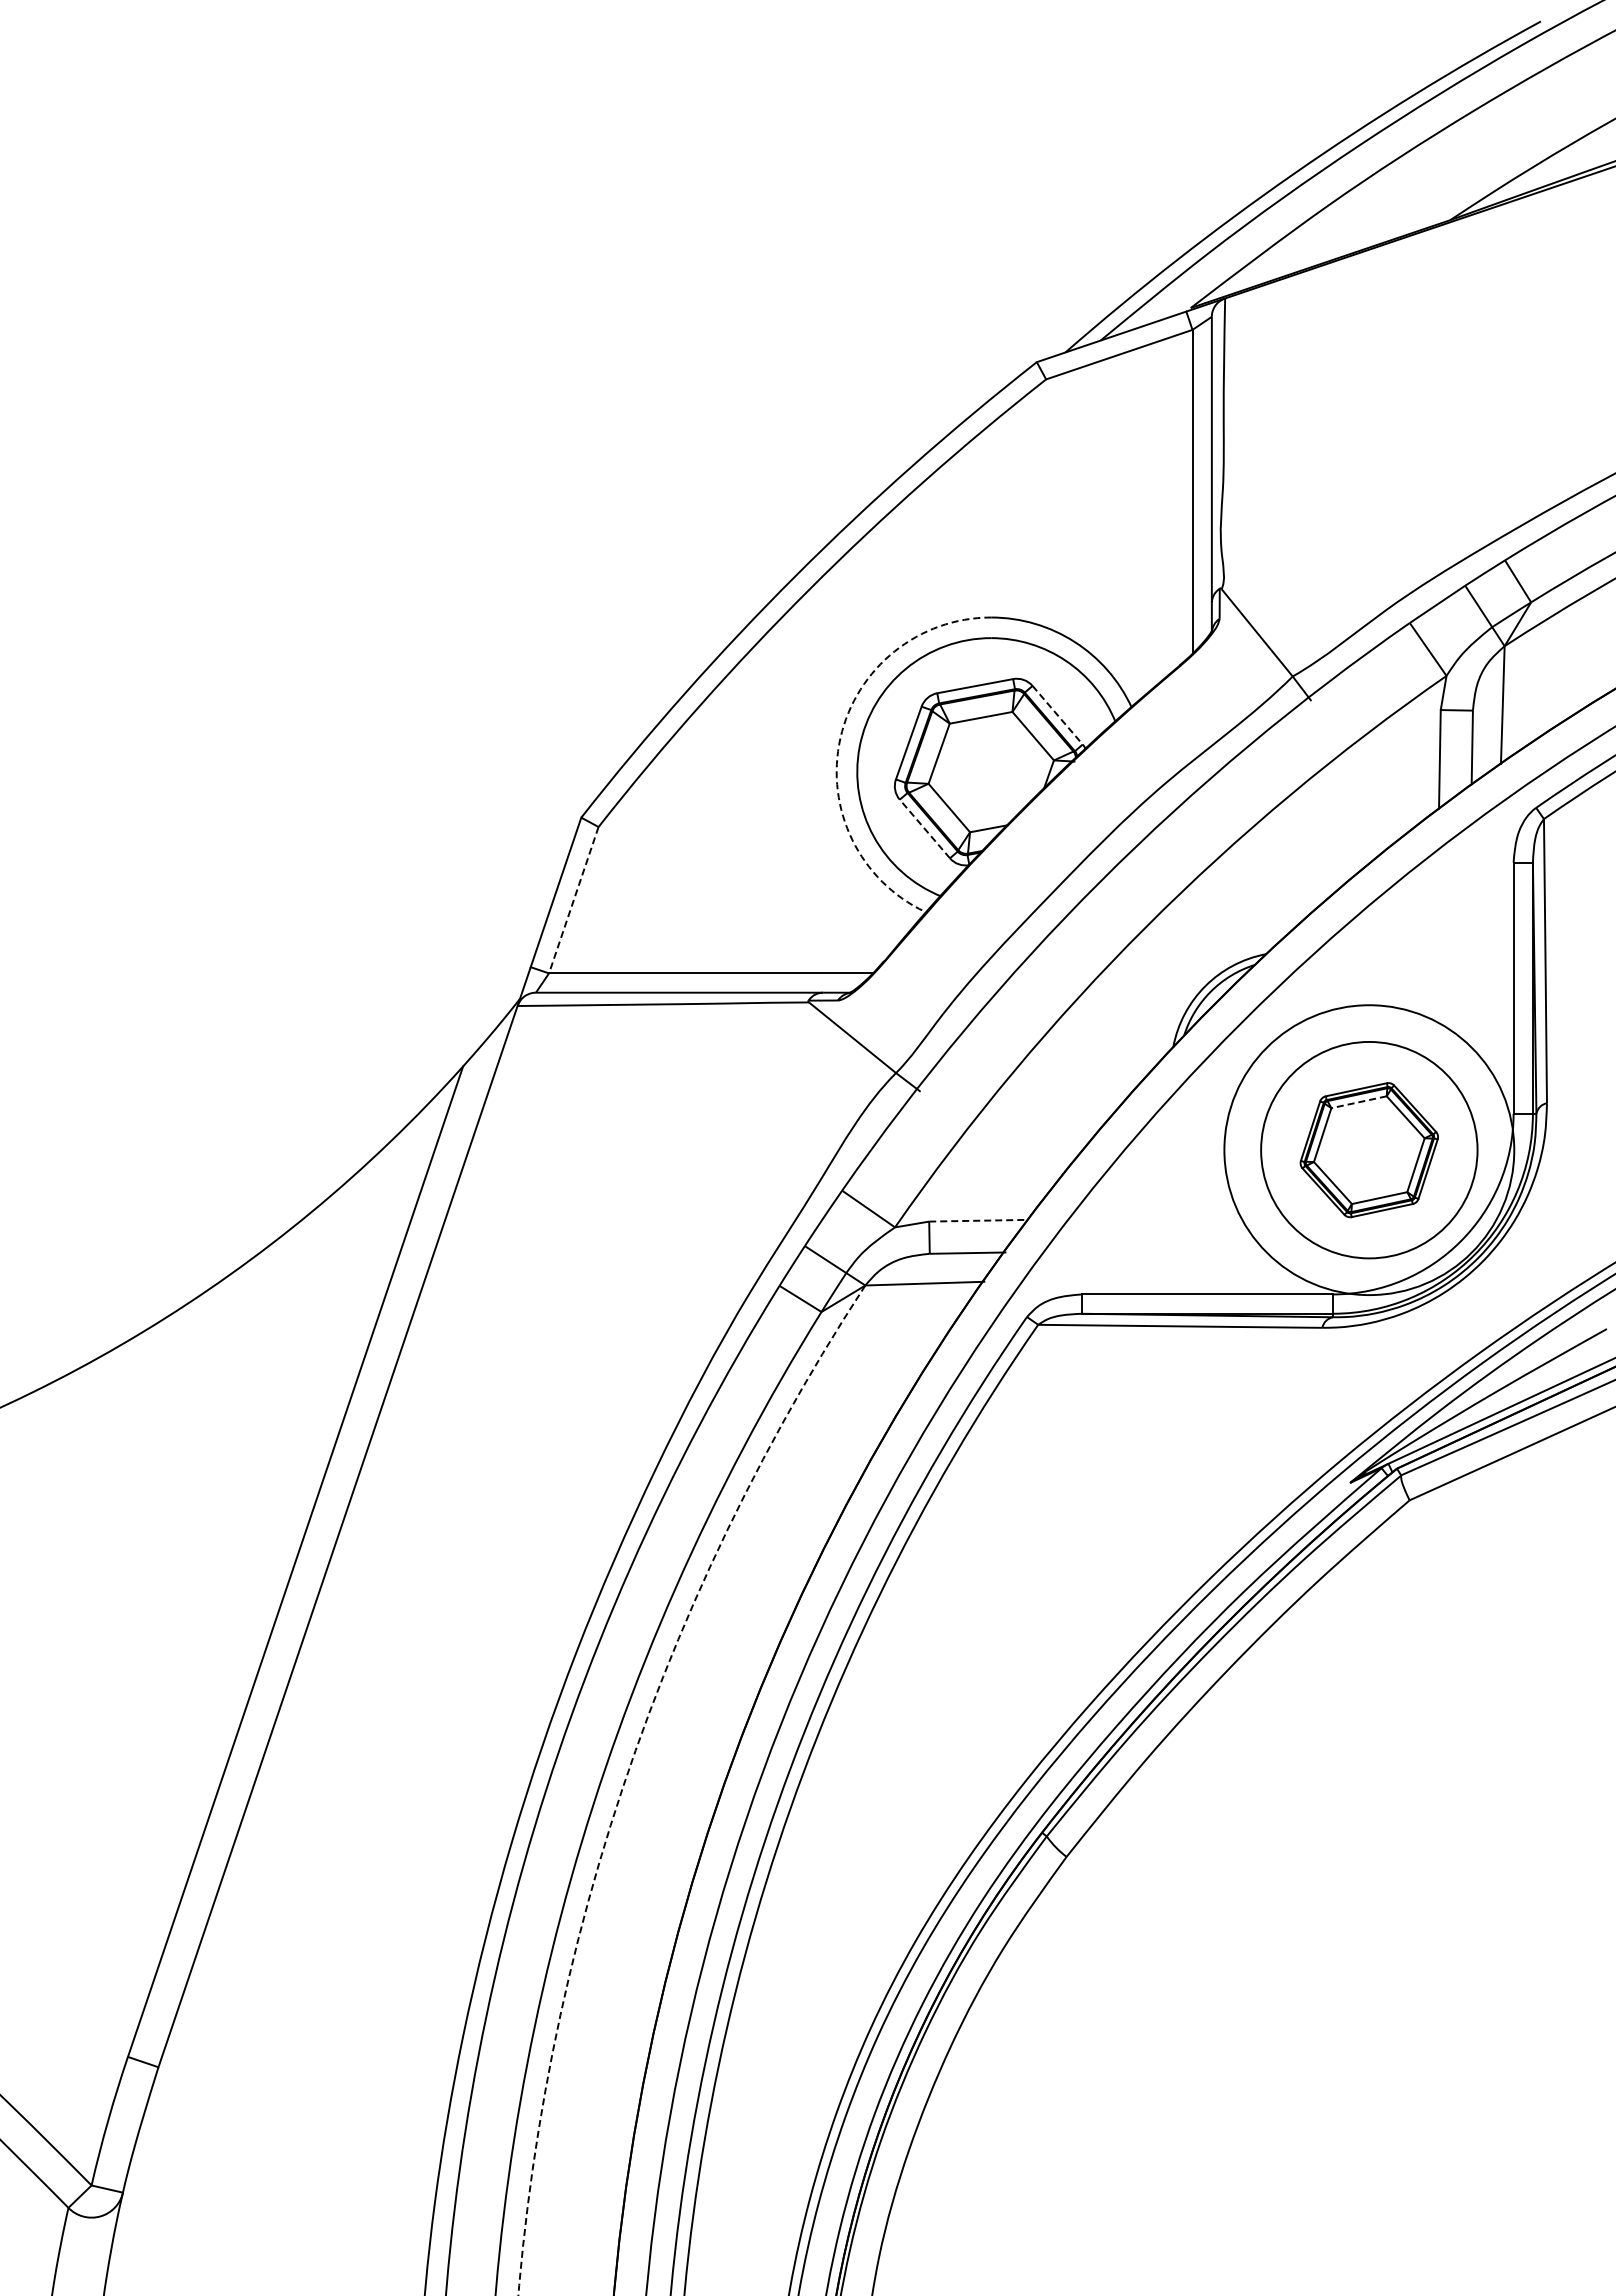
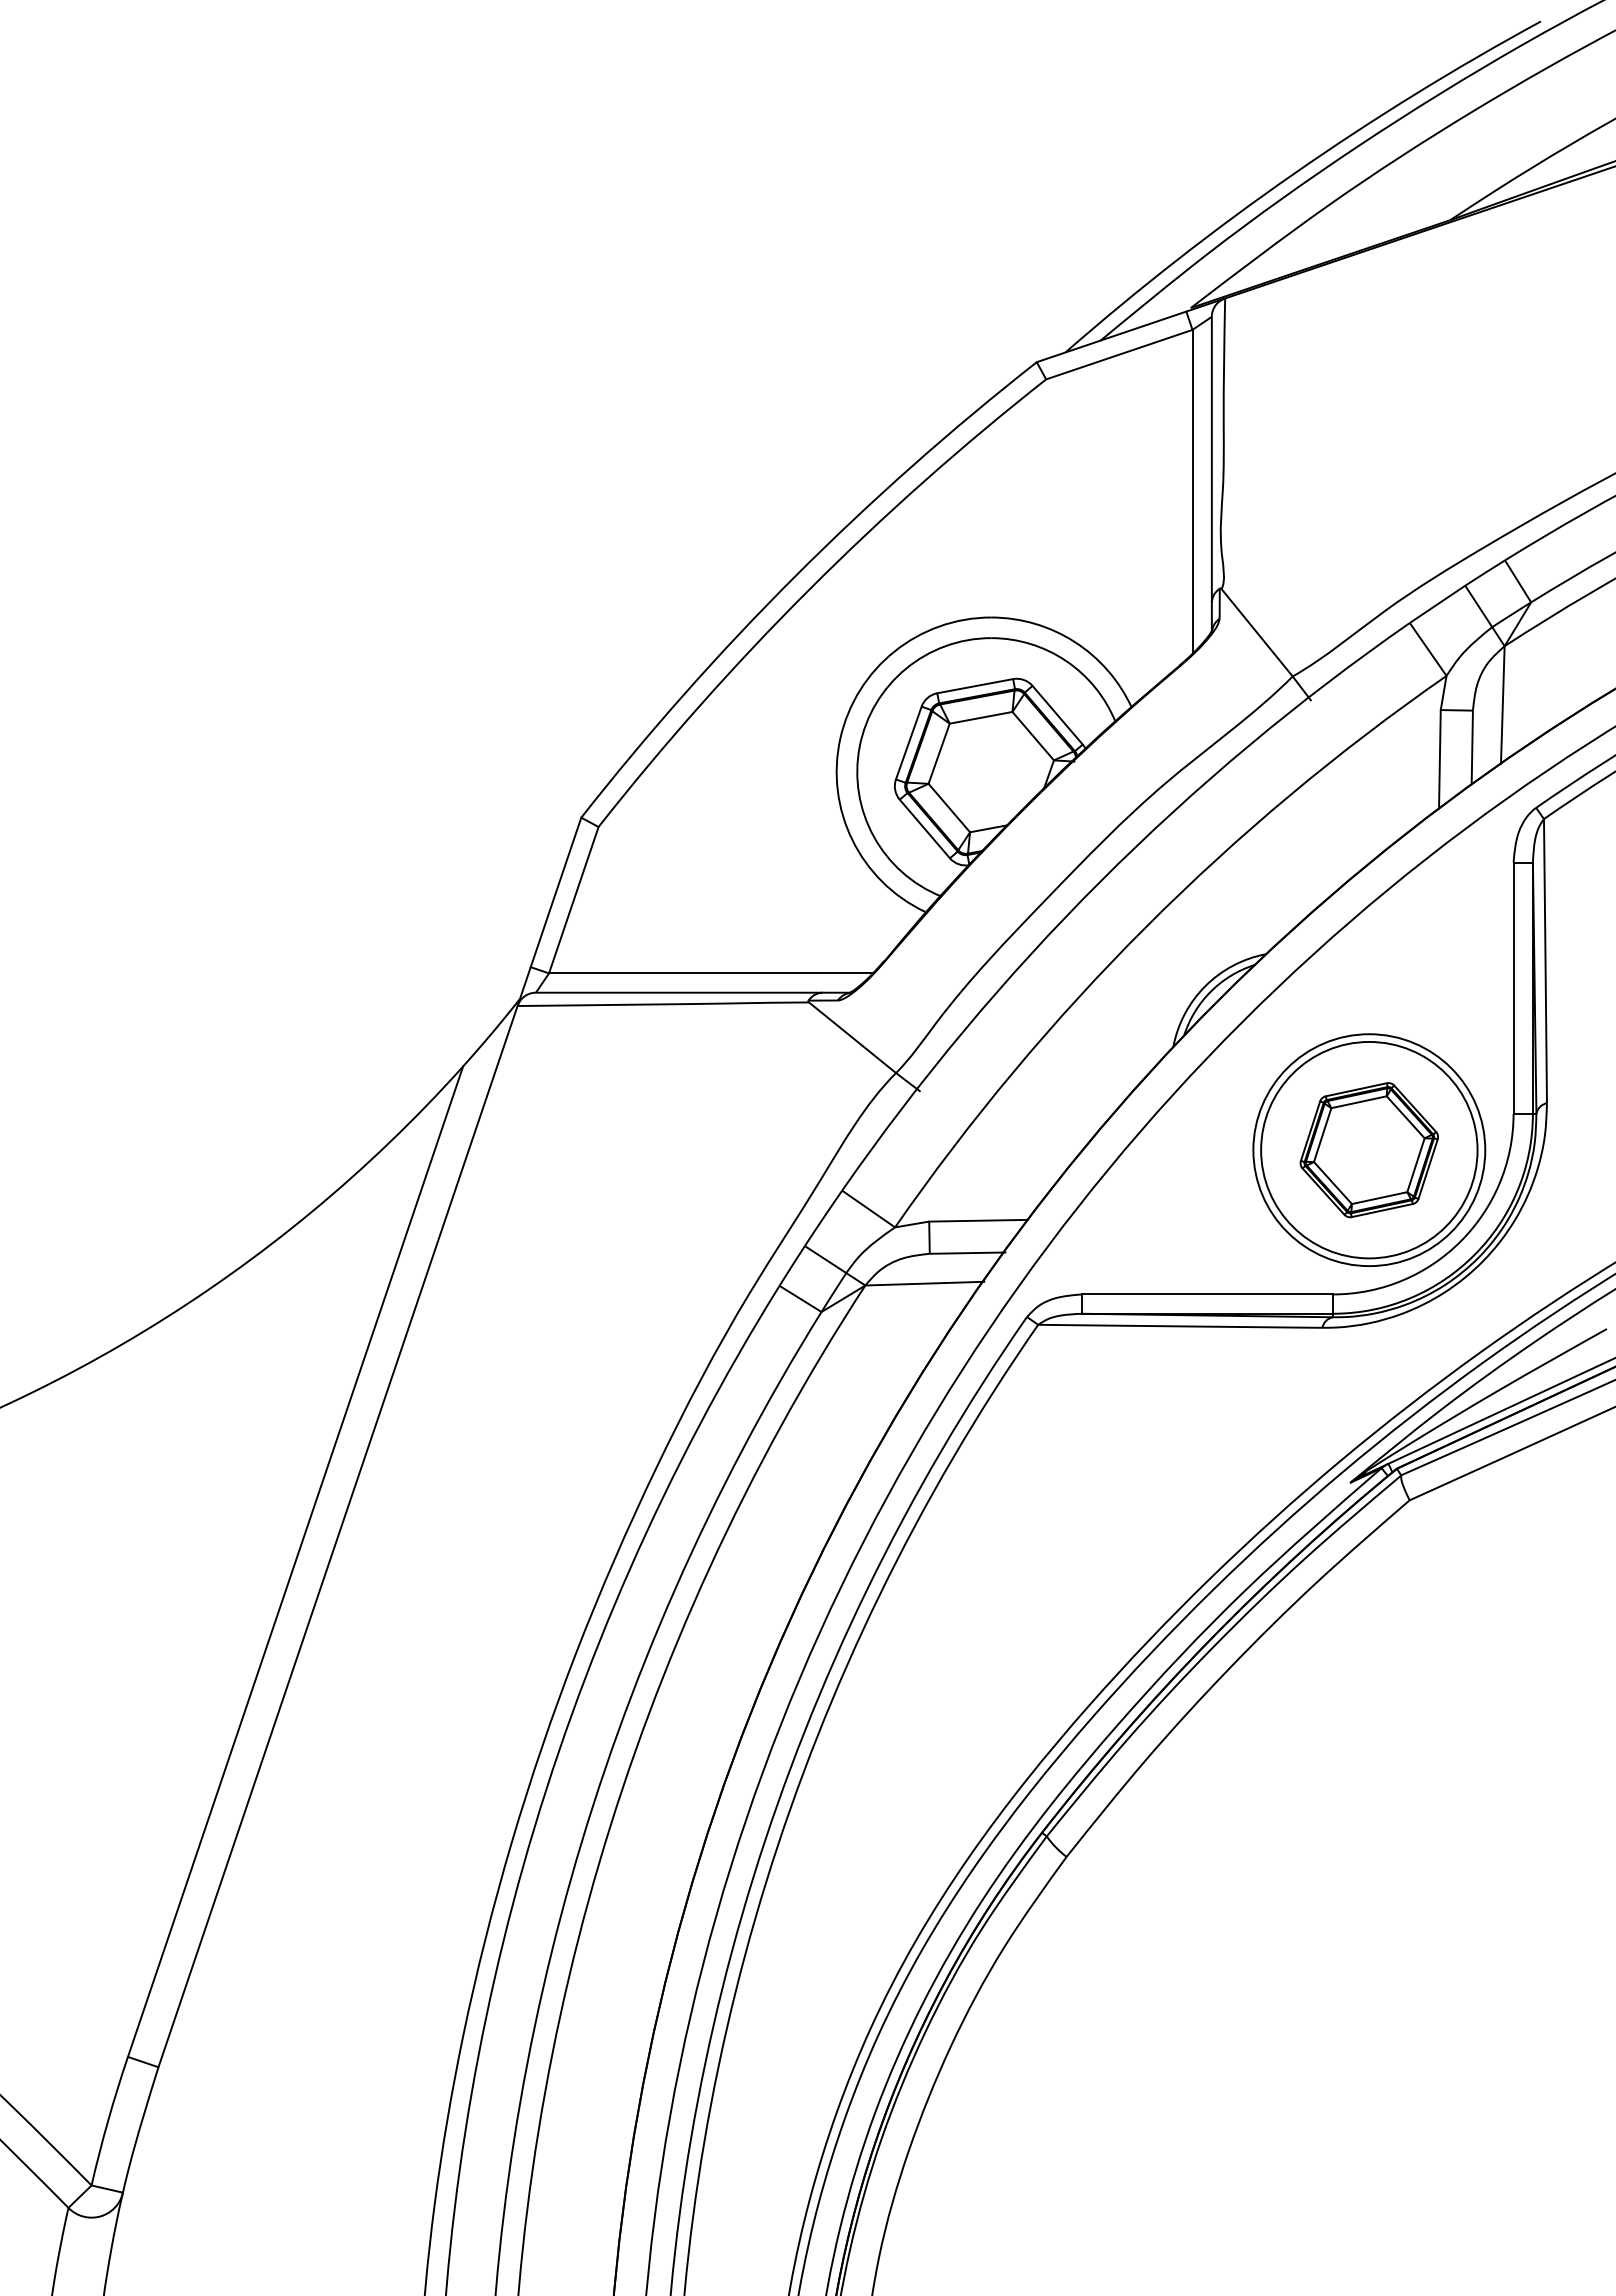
line at (1057, 715): dashed -> solid
arc at (840, 738): dashed -> solid
line at (924, 829): dashed -> solid
line at (573, 900): dashed -> solid
line at (1358, 1102): dashed -> solid
circle at (1369, 1150) diameter: 290 px -> 232 px
line at (978, 1220): dashed -> solid
arc at (628, 1772): dashed -> solid
